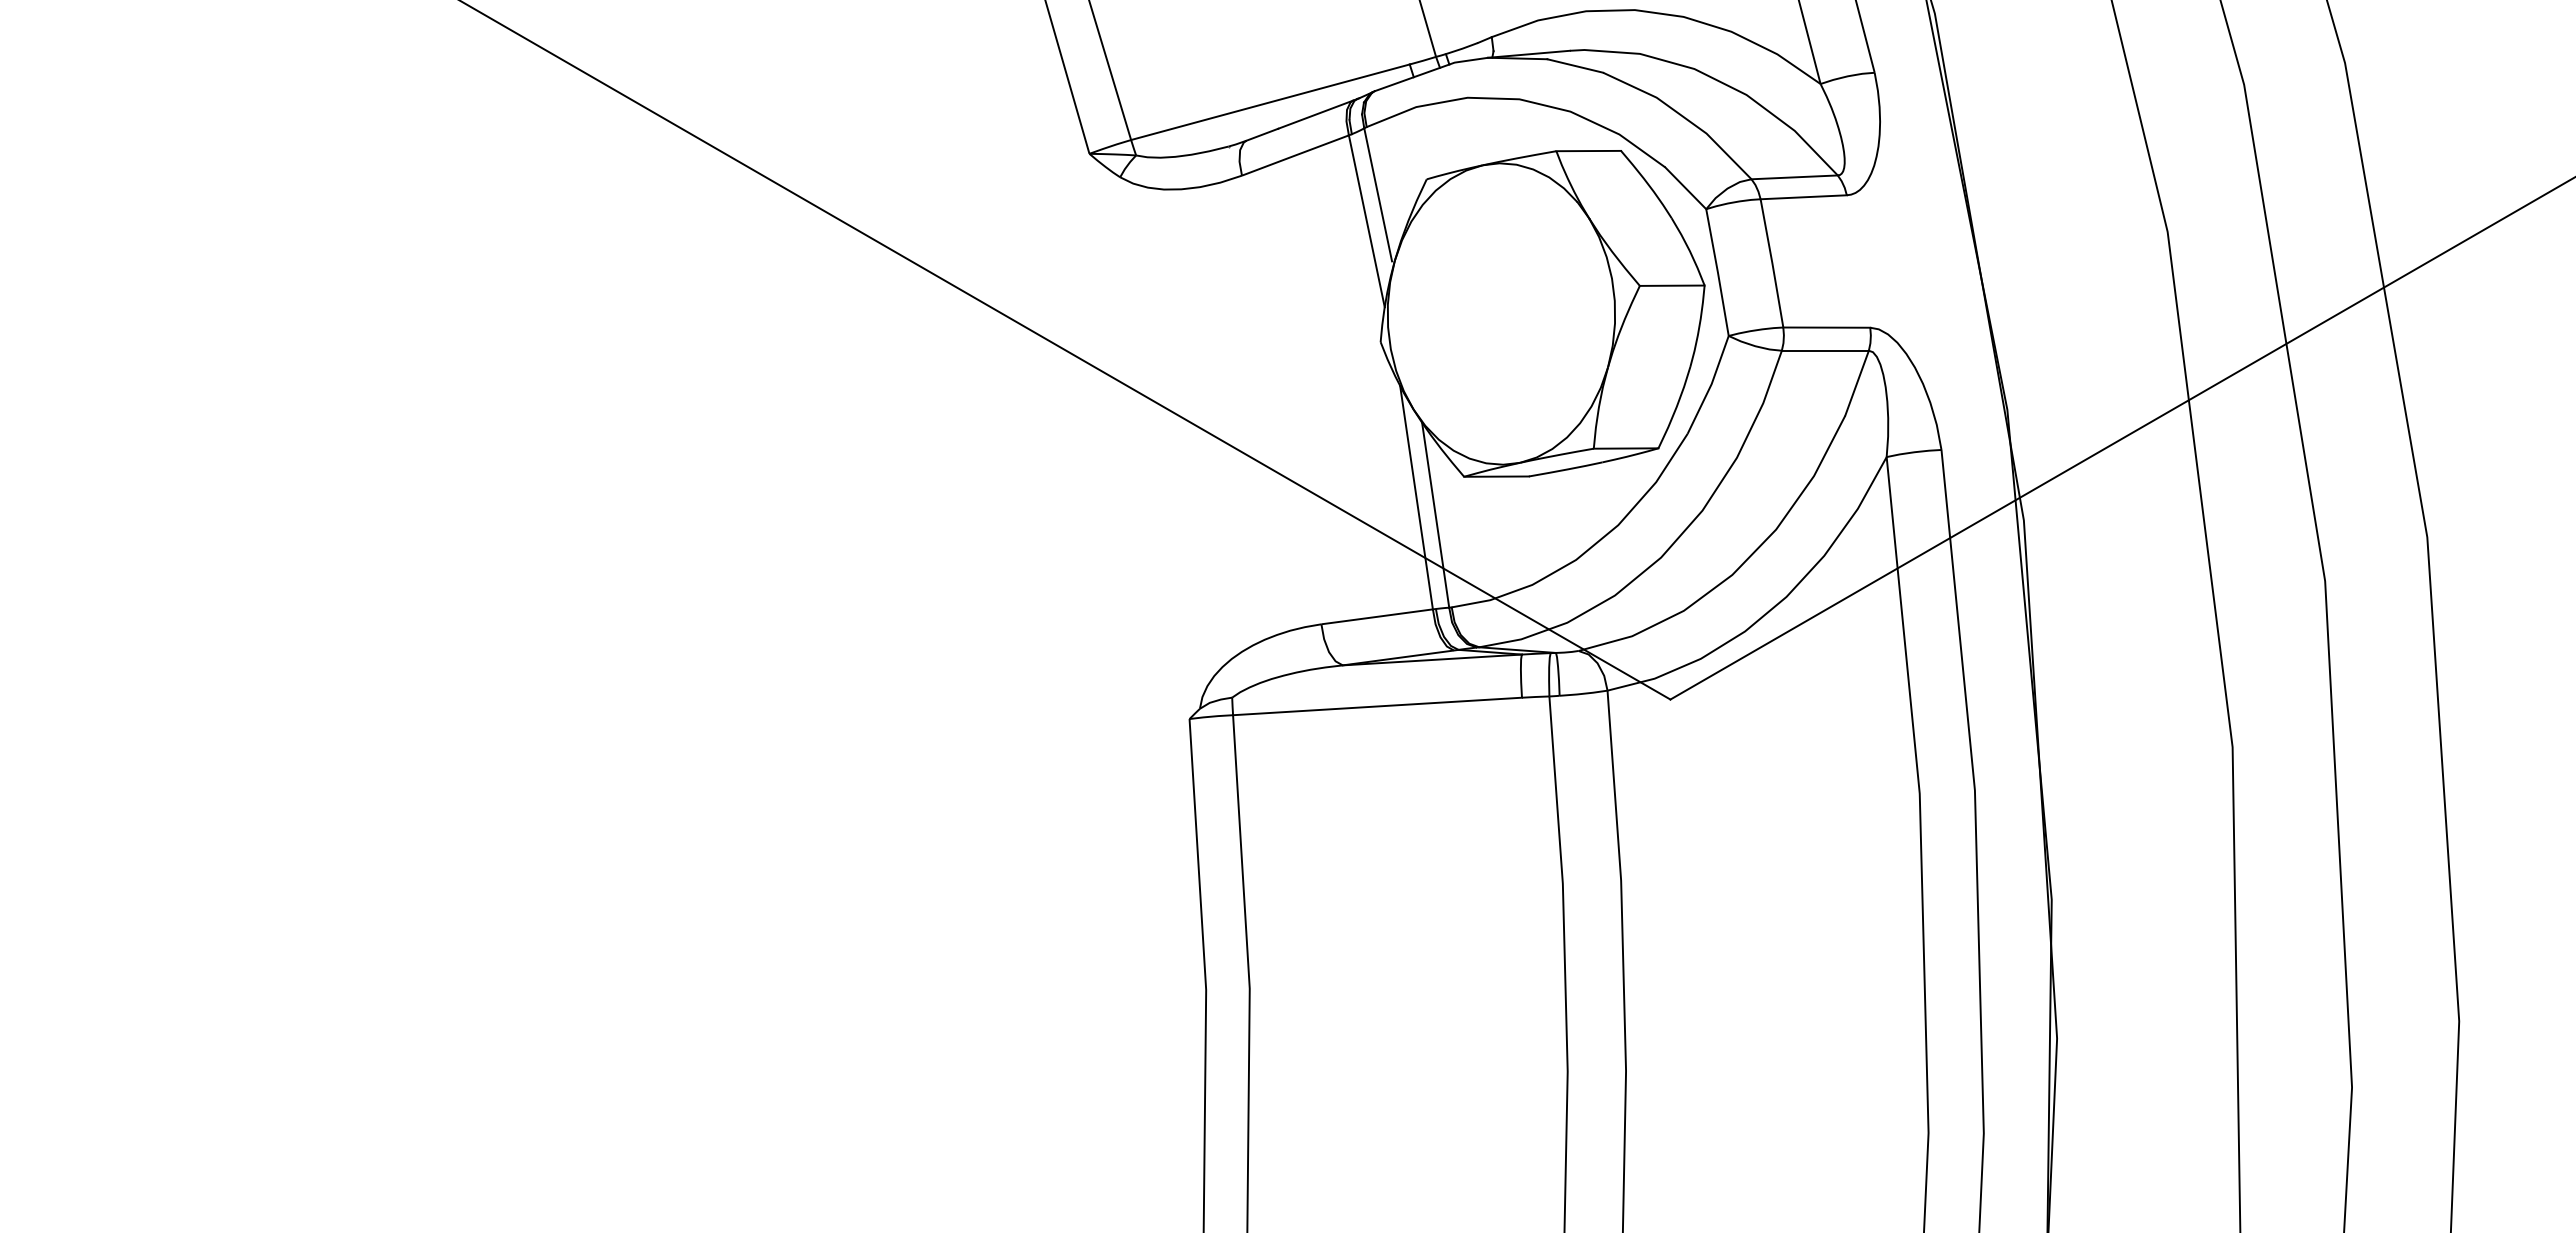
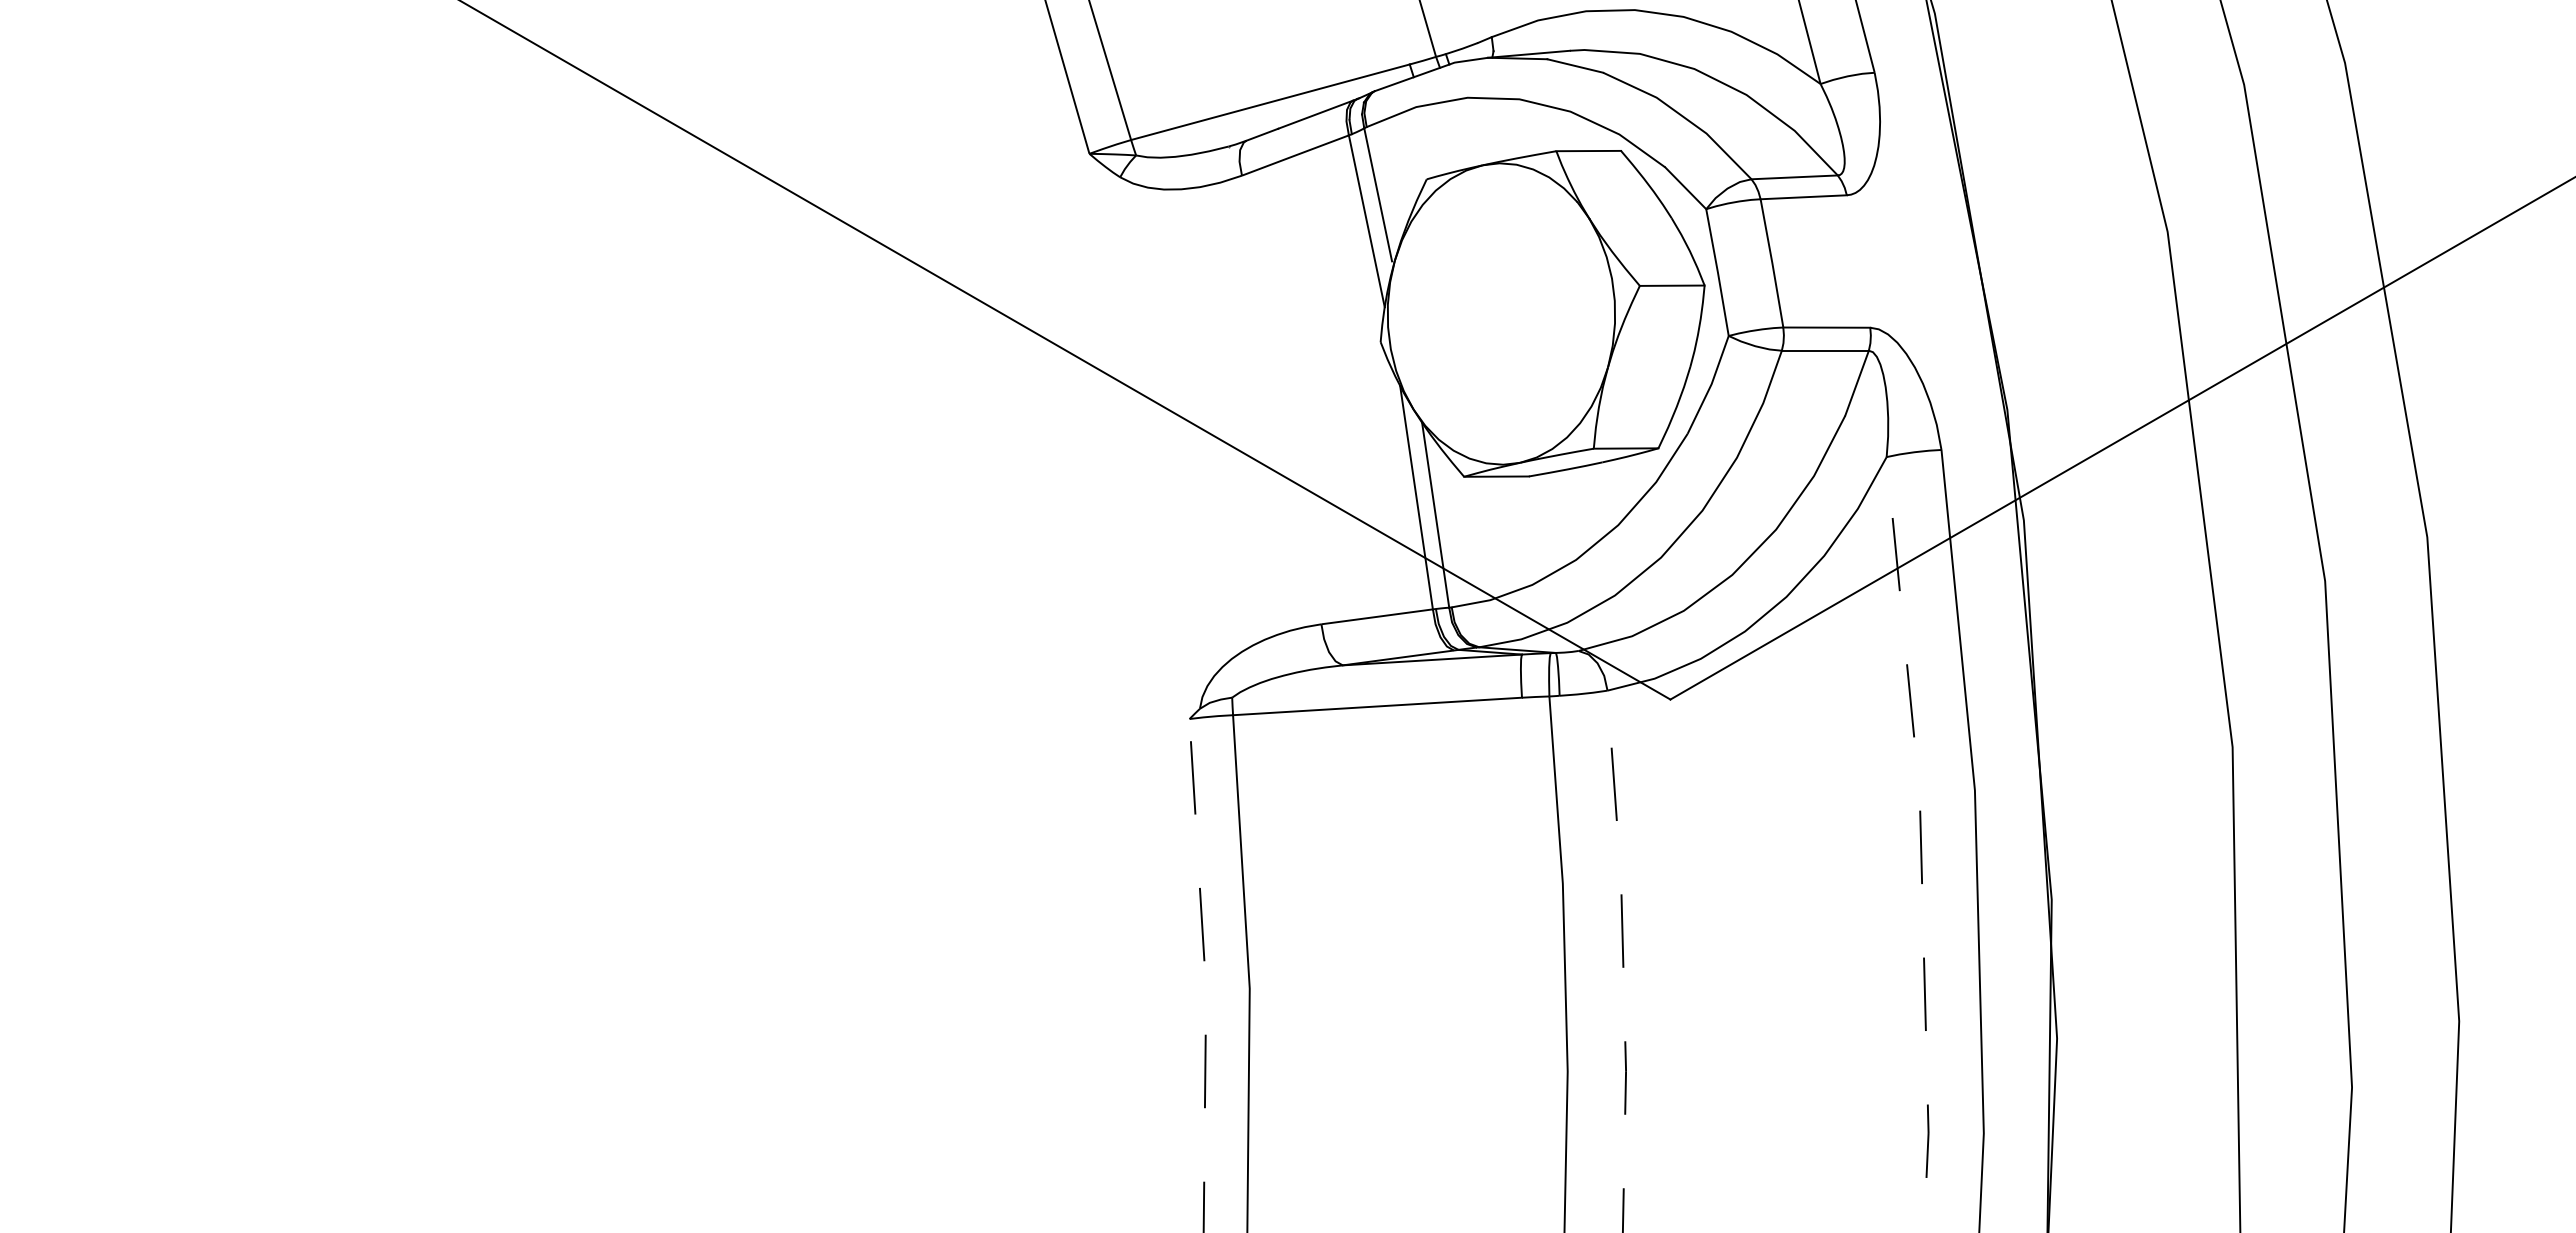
line at (1921, 843): solid -> dashed
line at (1623, 961): solid -> dashed
line at (1205, 975): solid -> dashed
